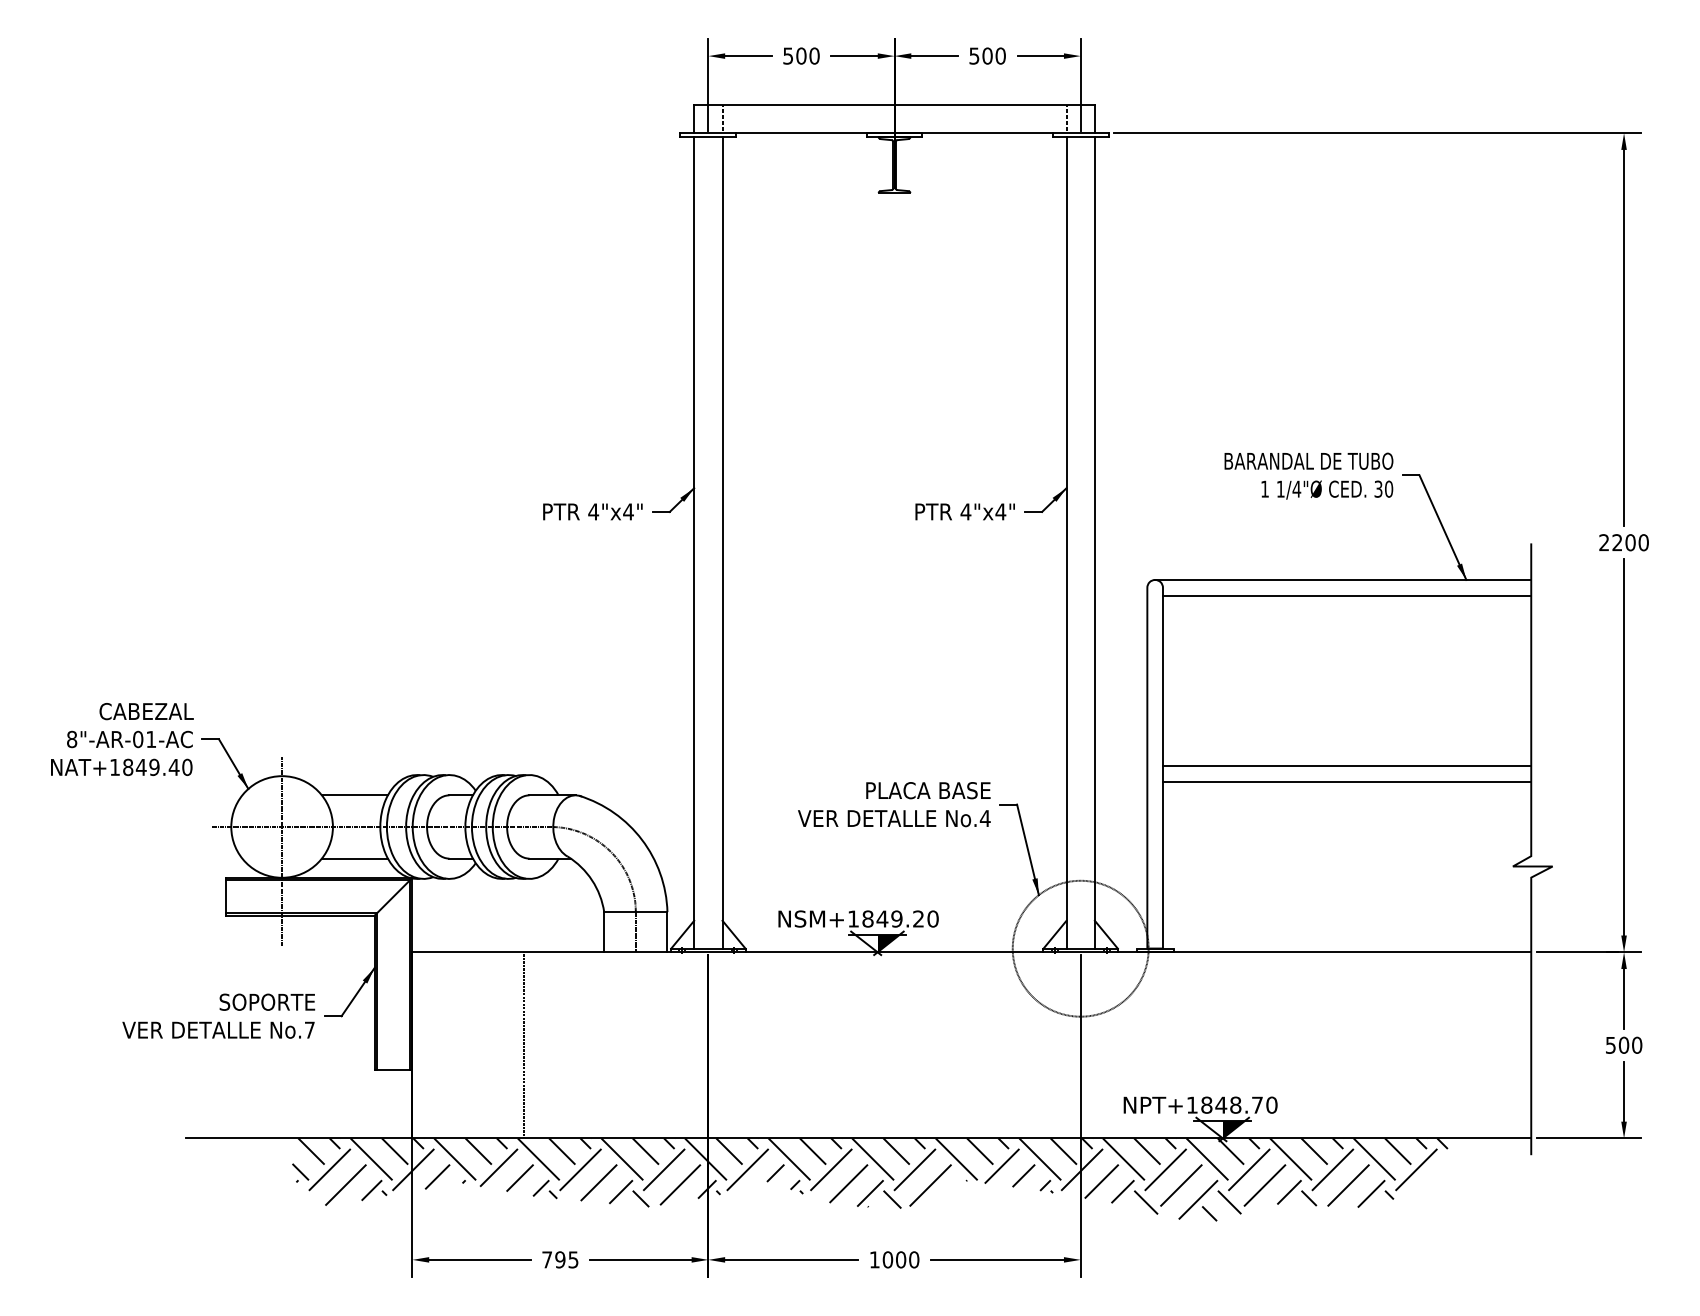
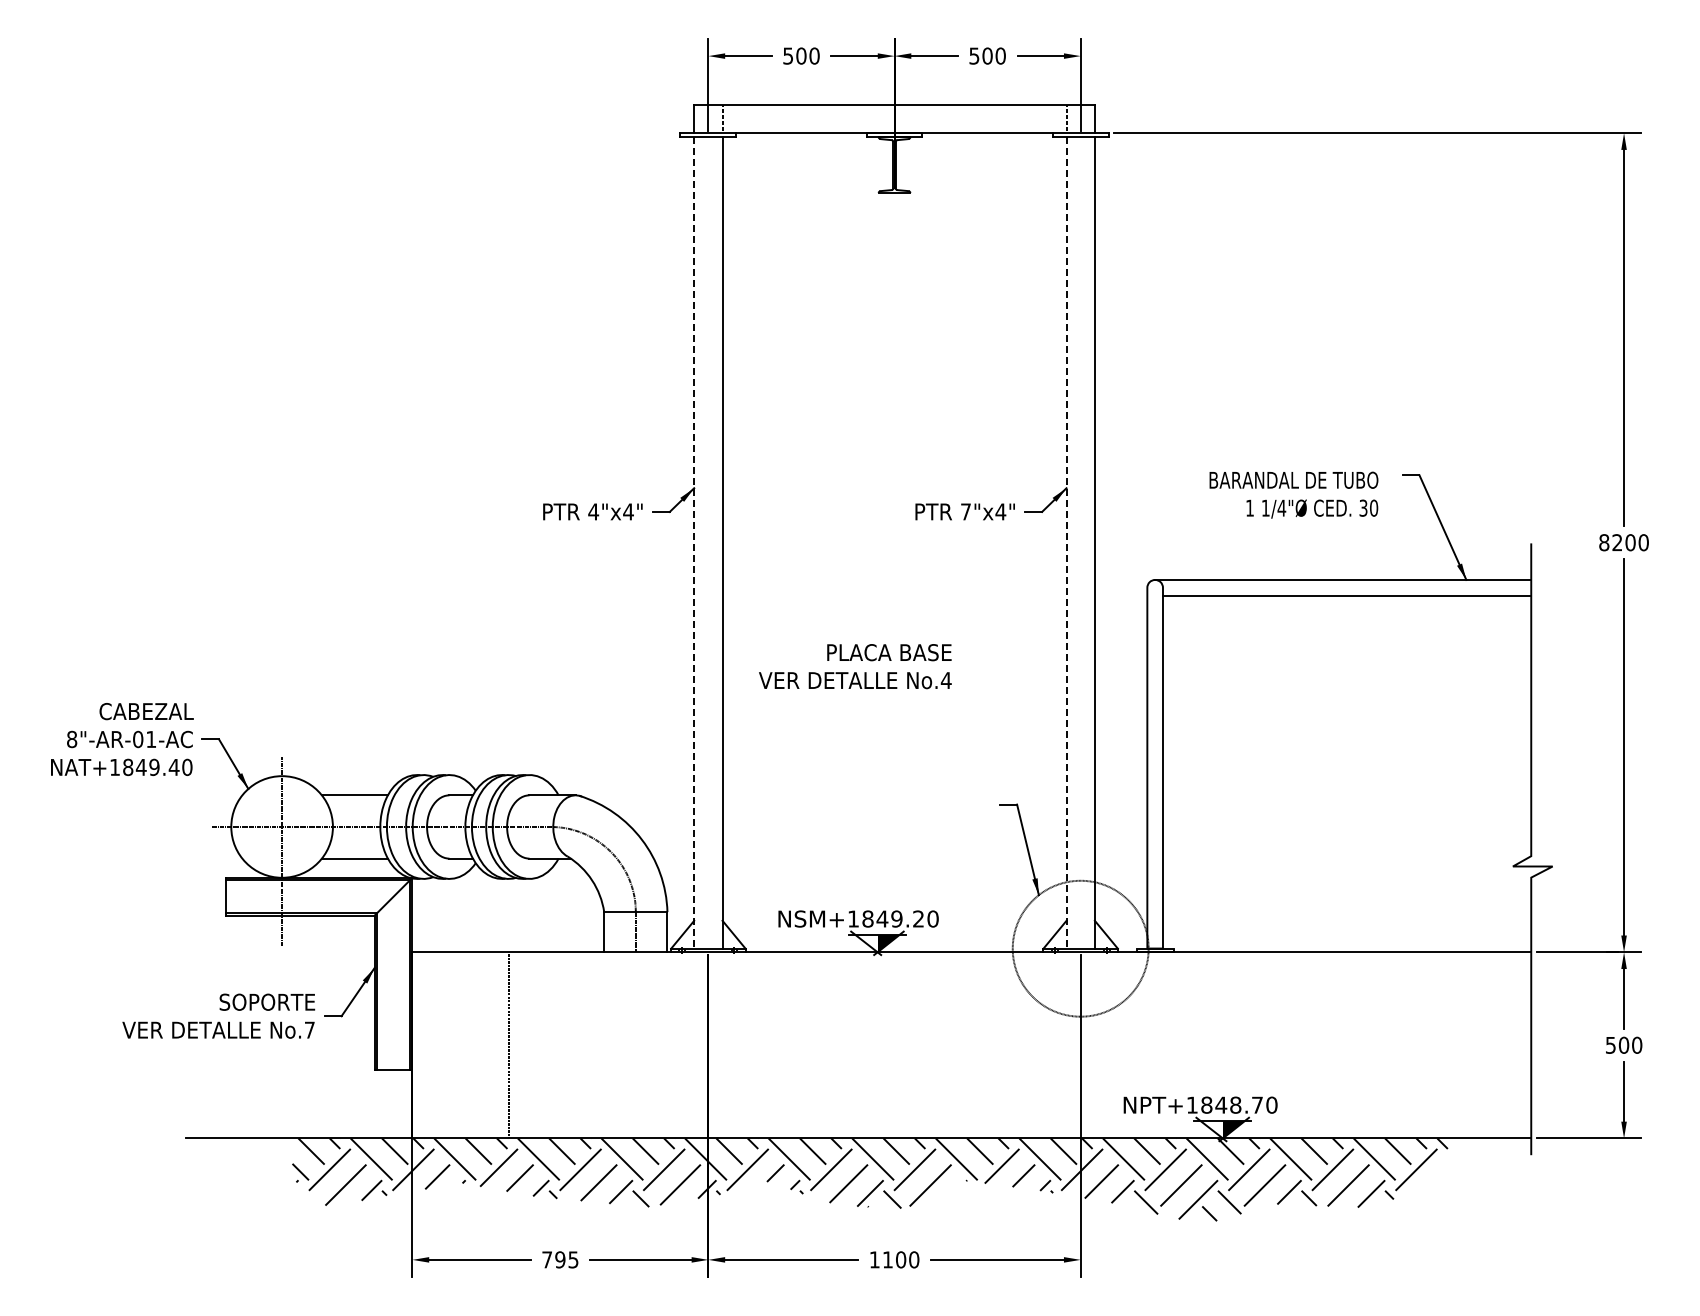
text at (1308, 475) position: (1308, 475) -> (1293, 494)
text at (965, 511): 4"x4" -> 7"x4"
line at (694, 542): solid -> dashed
line at (1066, 542): solid -> dashed
text at (1604, 542): 2200 -> 8200
line at (1346, 766): present -> none
line at (1346, 781): present -> none
text at (894, 804) position: (894, 804) -> (855, 666)
line at (524, 1045) position: (524, 1045) -> (509, 1045)
text at (887, 1259): 1000 -> 1100
